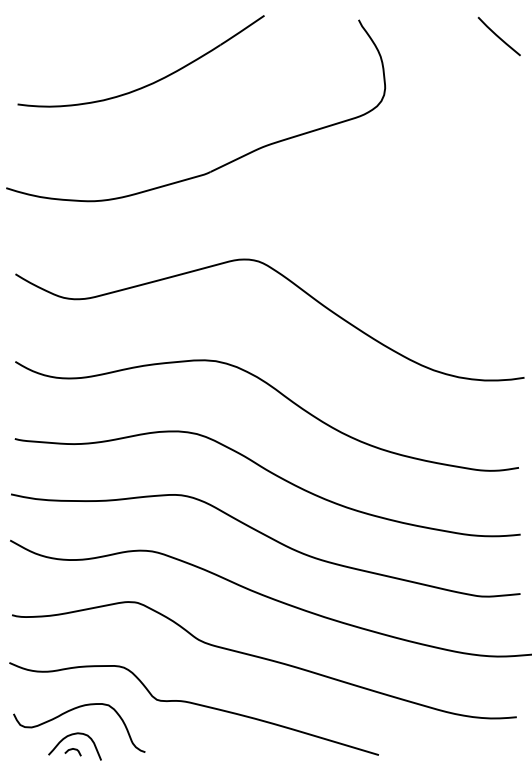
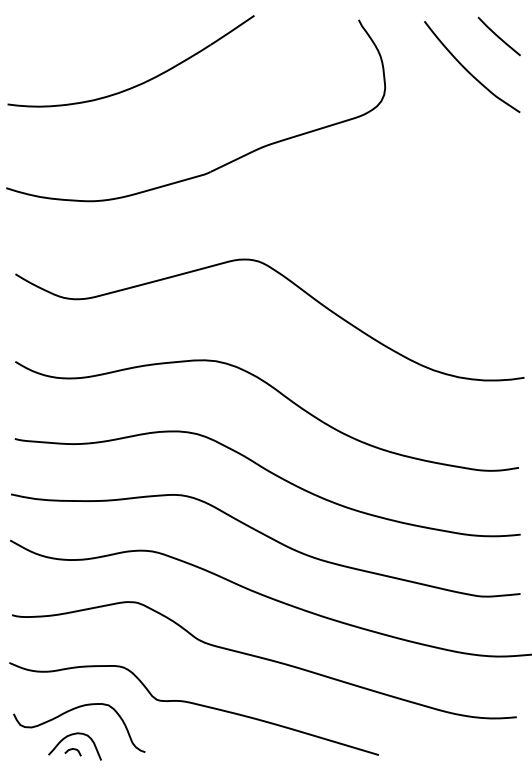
curve at (468, 70): none -> present
part at (149, 83) position: (149, 83) -> (139, 83)
